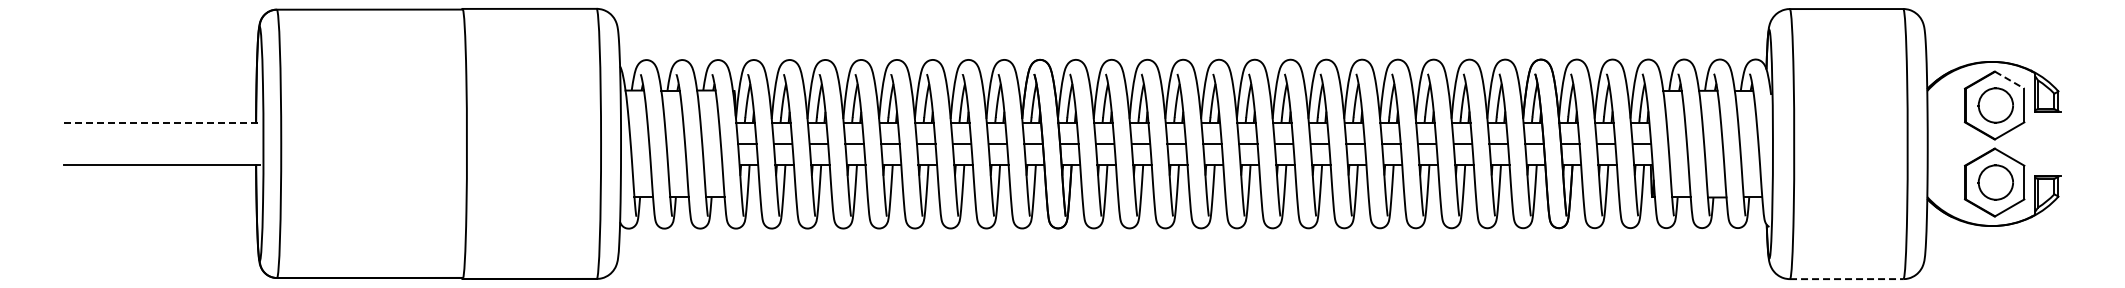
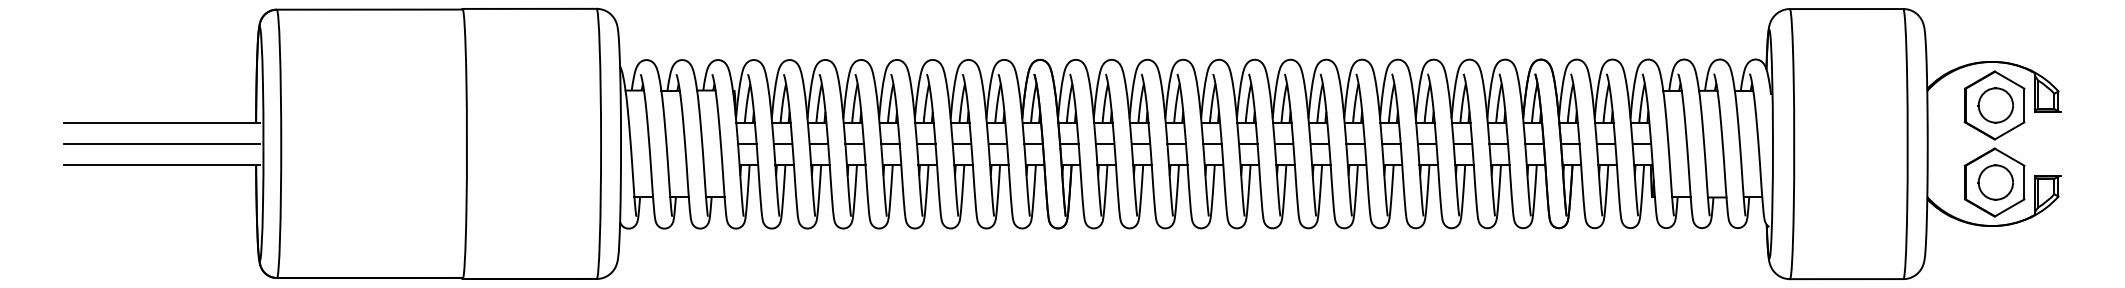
line at (2009, 80): dashed -> solid
line at (162, 123): dashed -> solid
line at (161, 143): none -> present
line at (1846, 279): dashed -> solid
